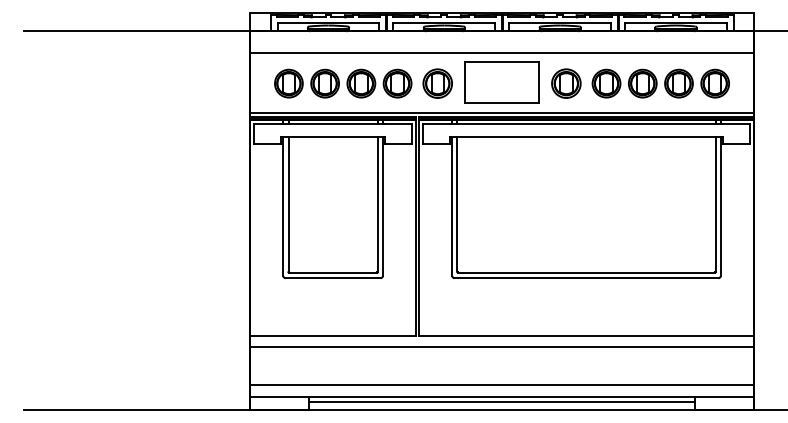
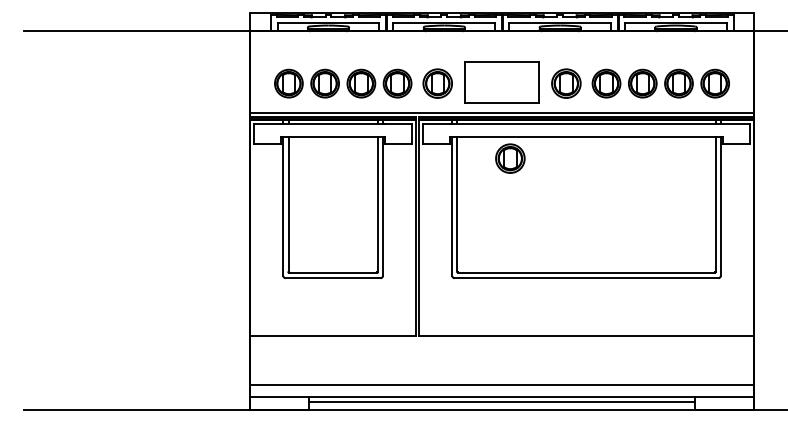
line at (501, 52): present -> none
part at (510, 158): none -> present
line at (501, 346): present -> none
